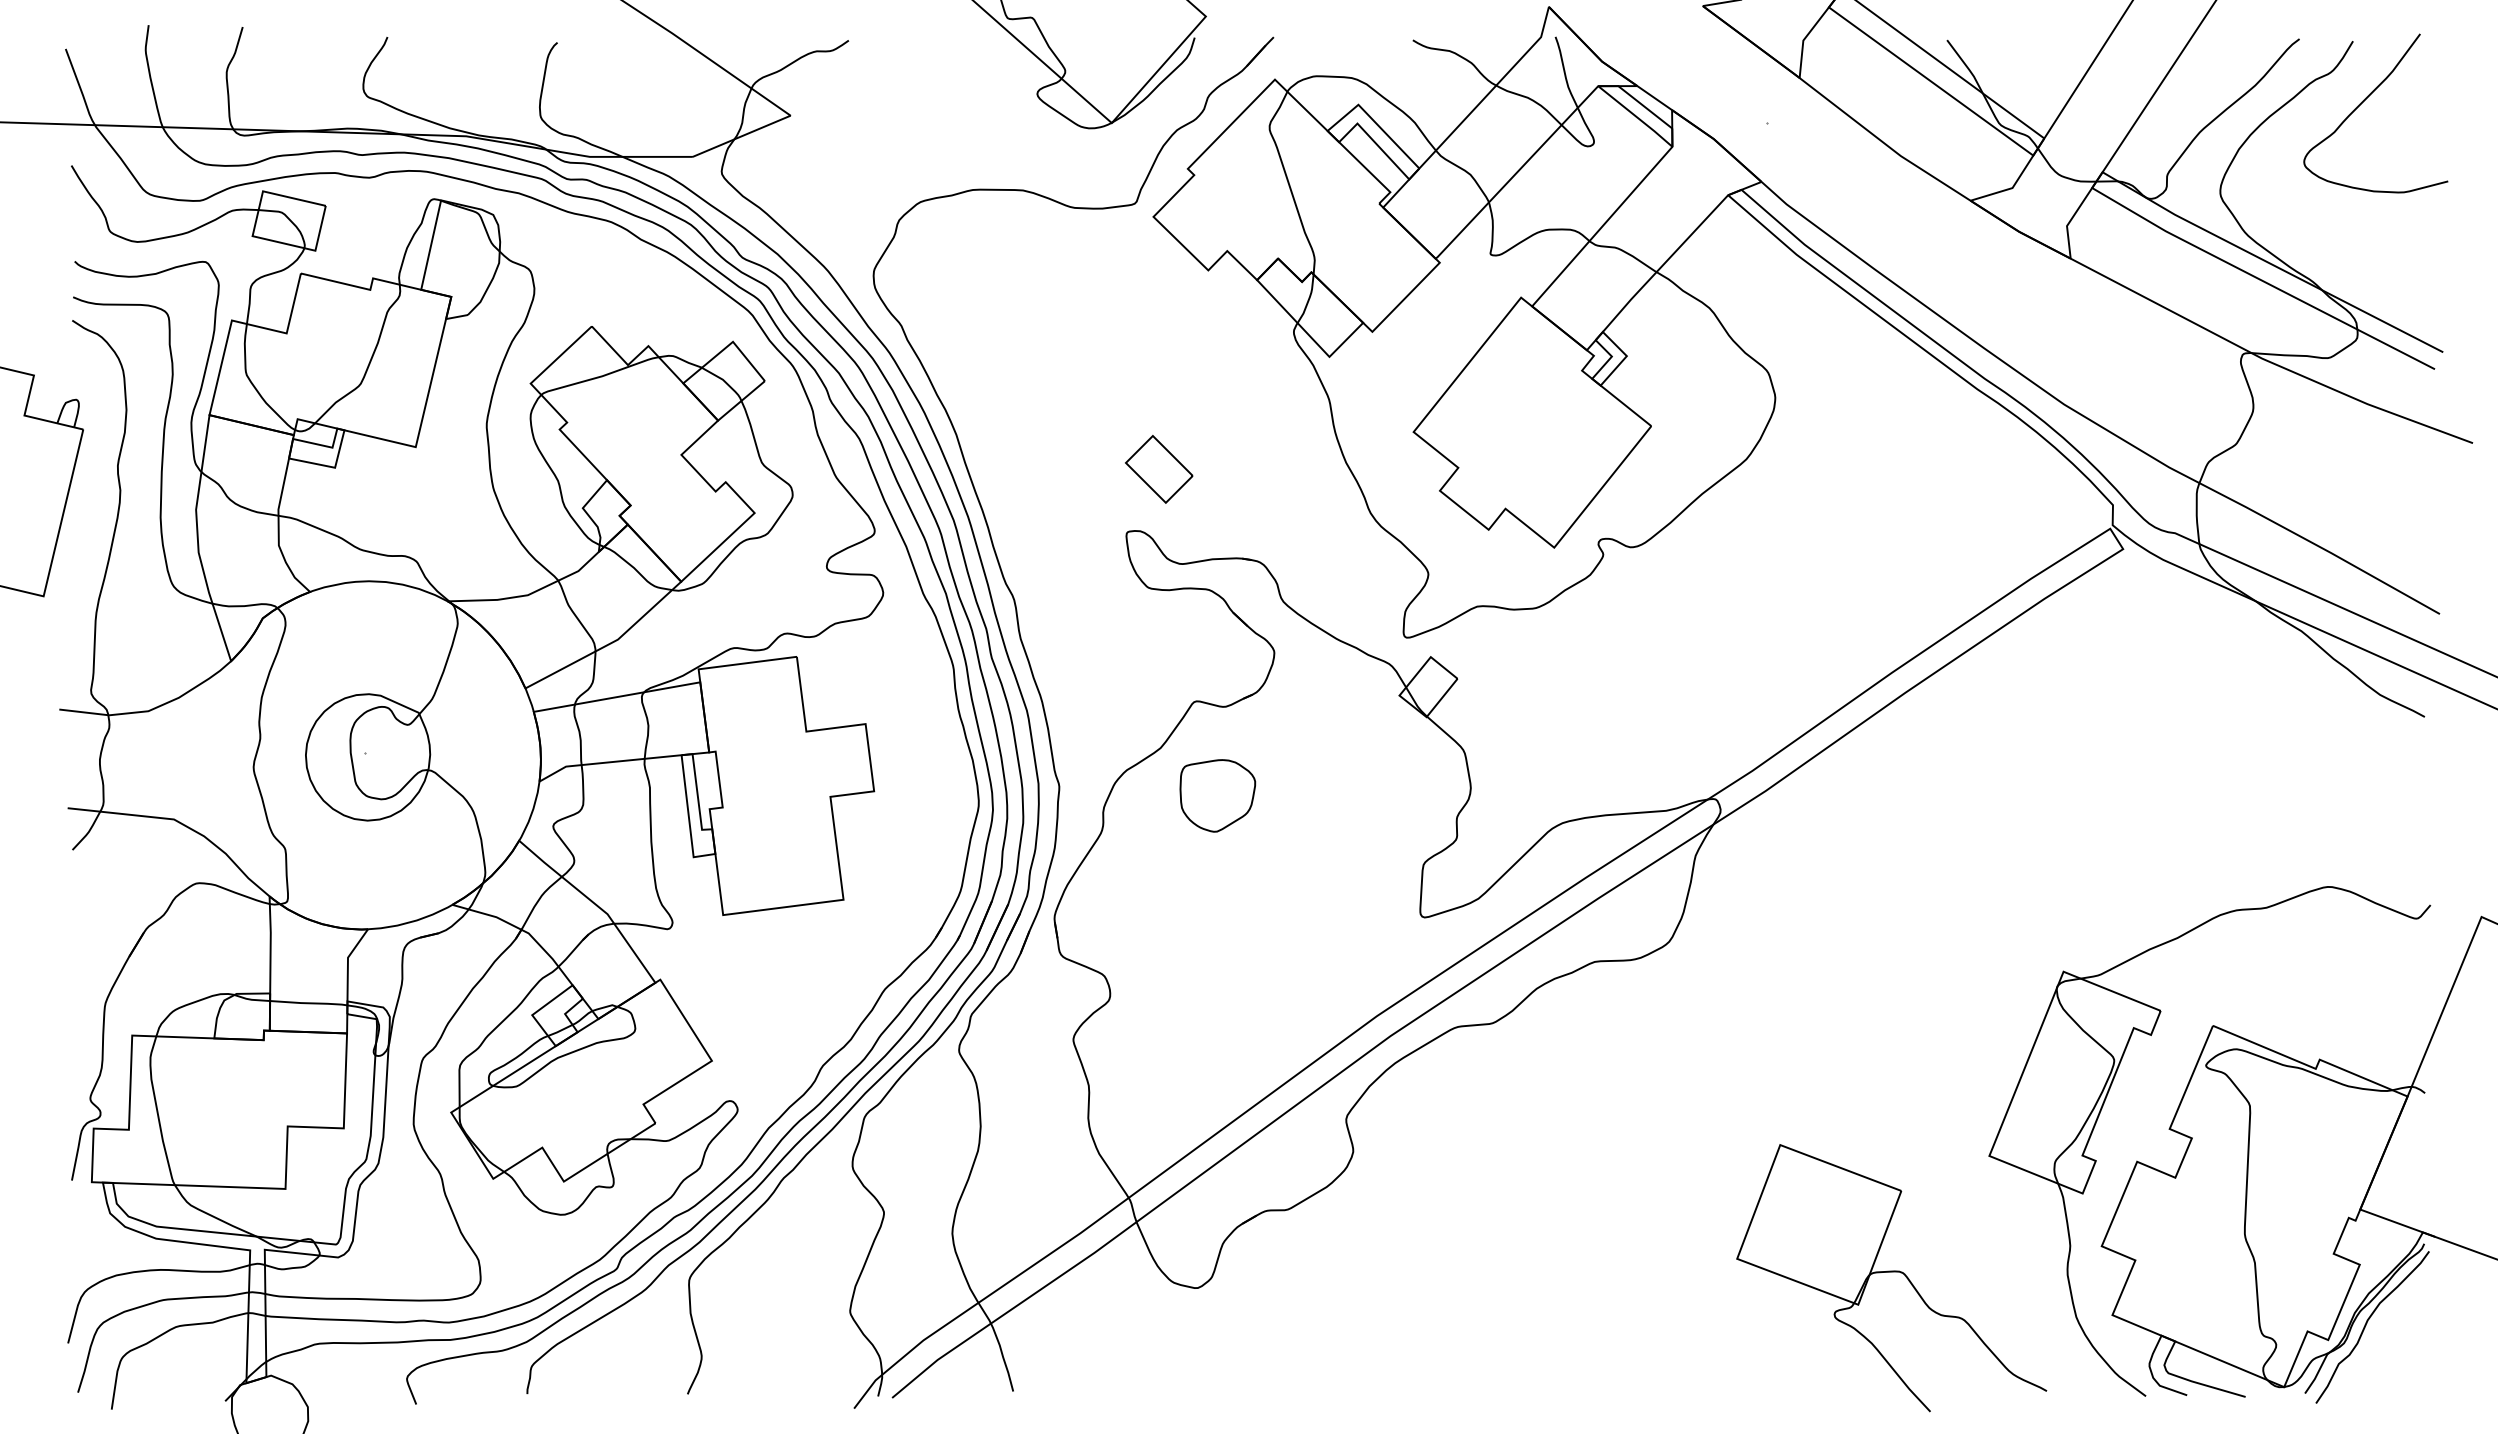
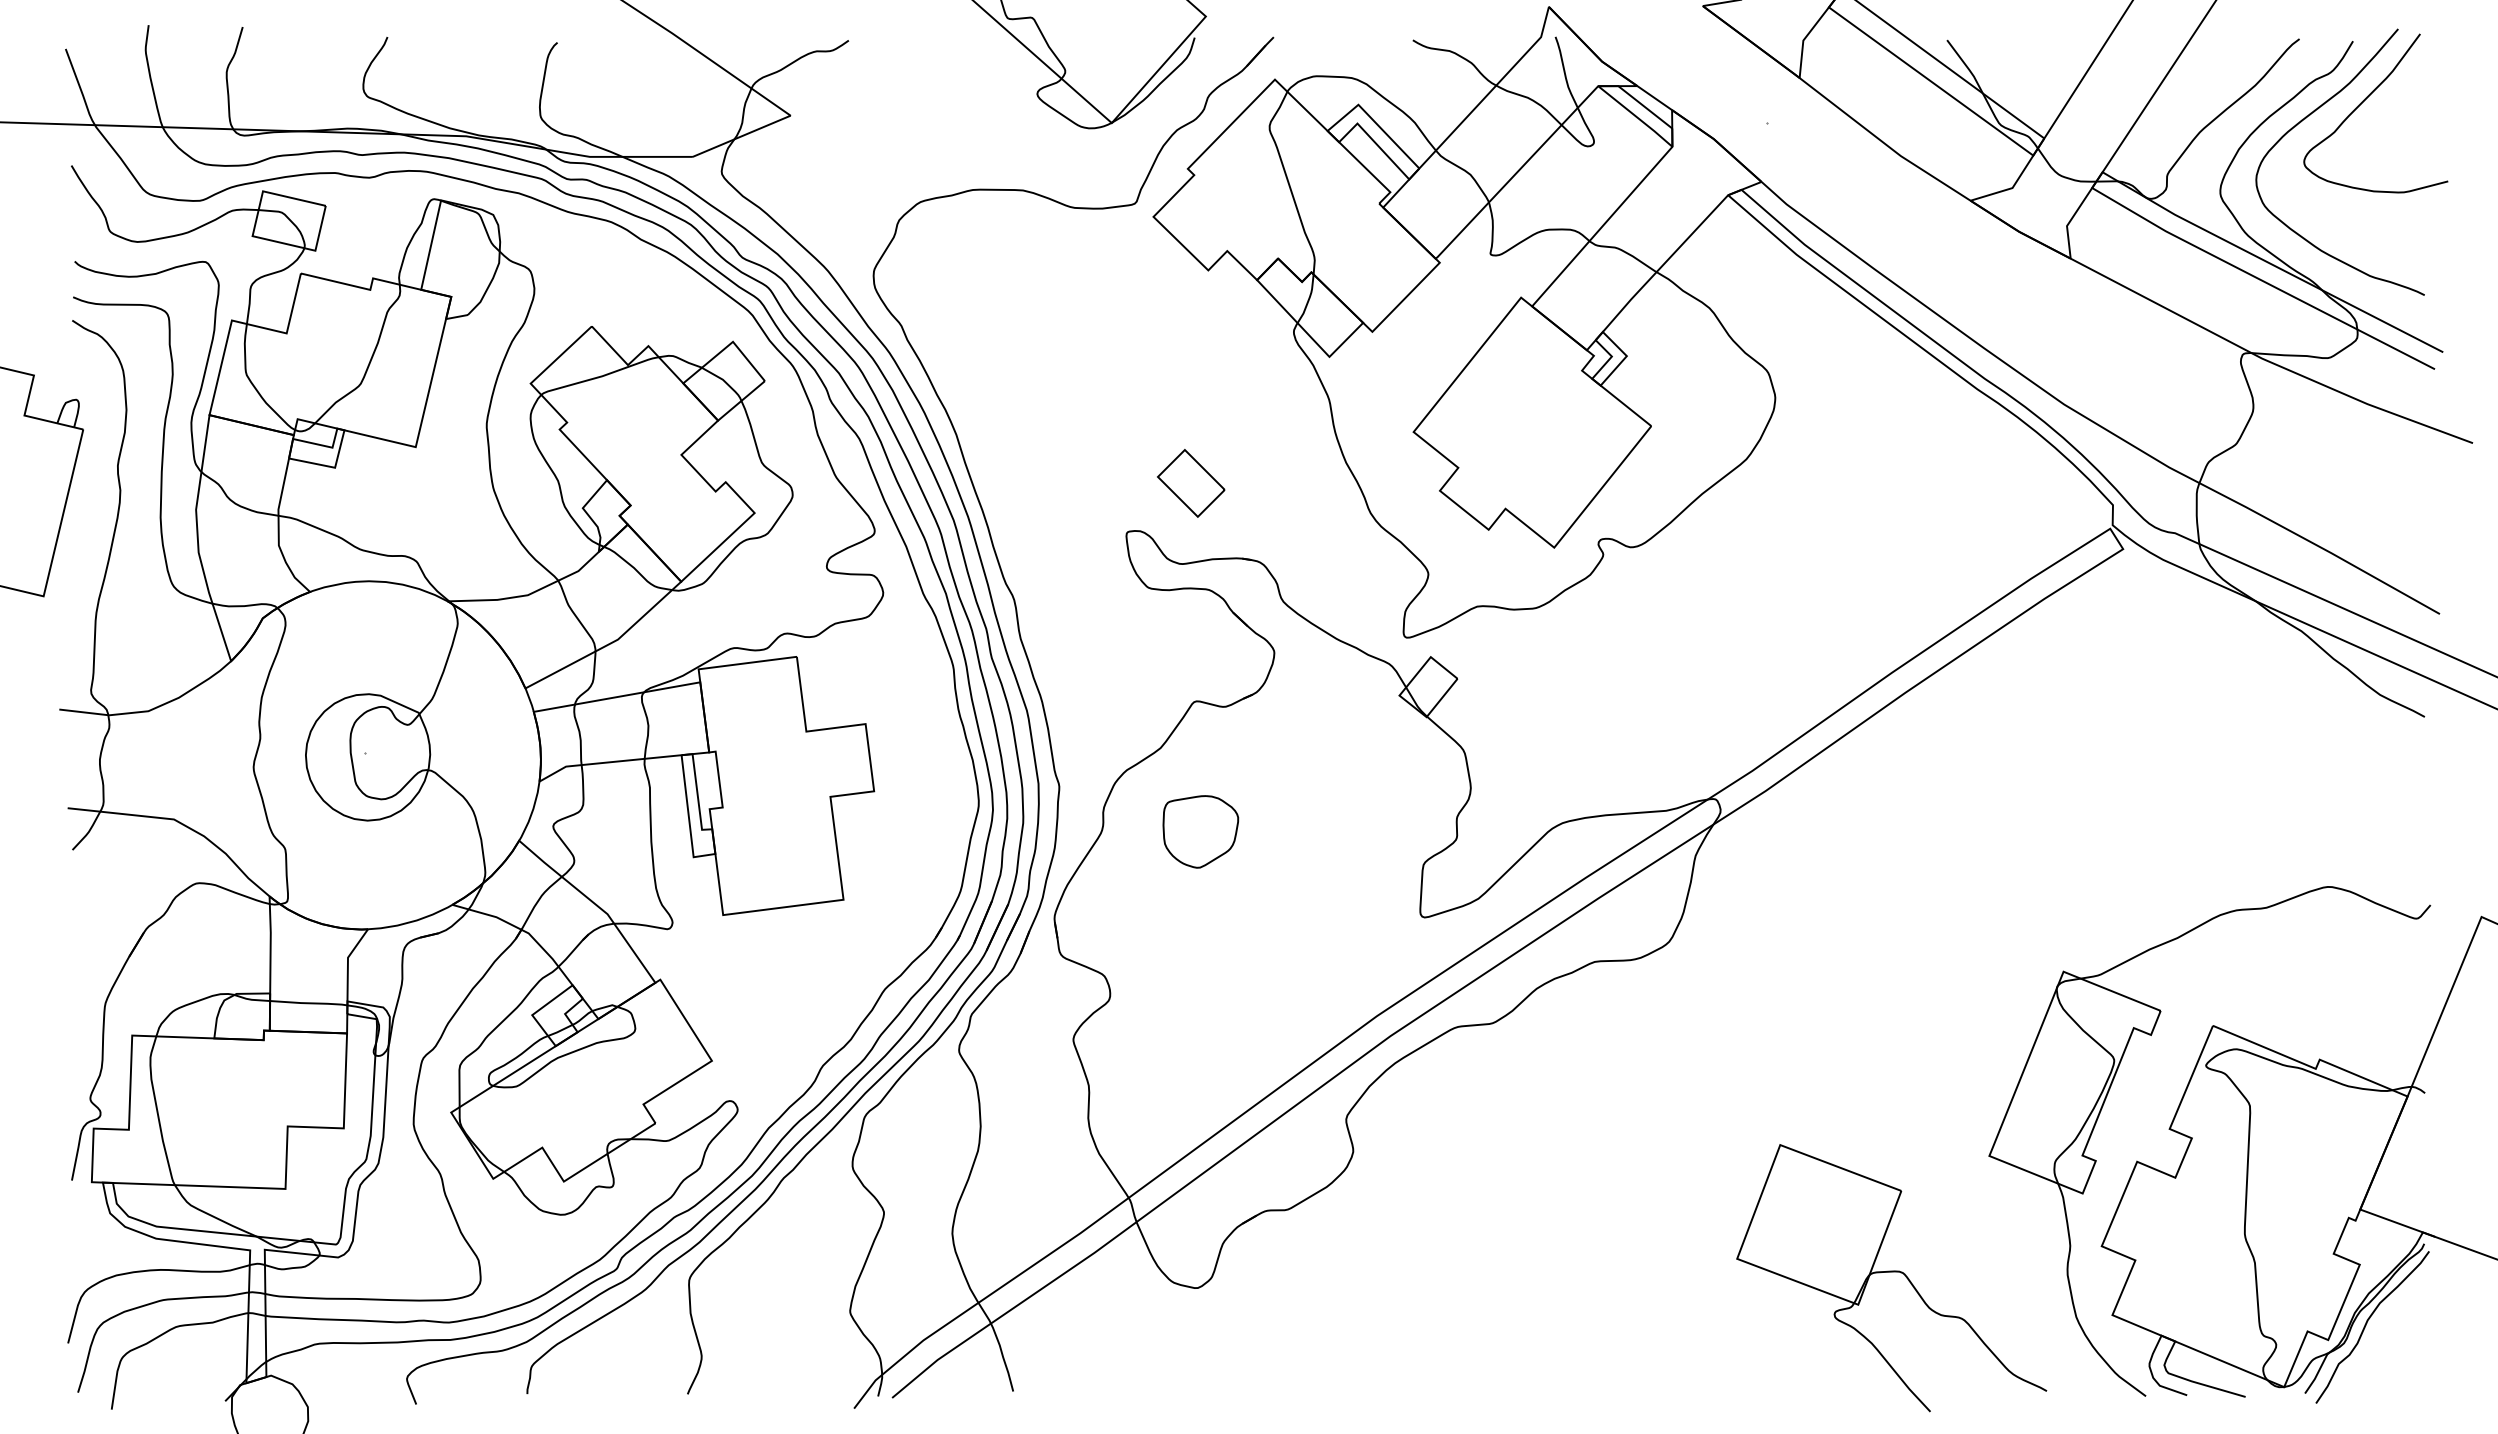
curve at (2305, 119): none -> present
part at (1159, 469) position: (1159, 469) -> (1191, 483)
part at (1217, 795) position: (1217, 795) -> (1200, 831)
